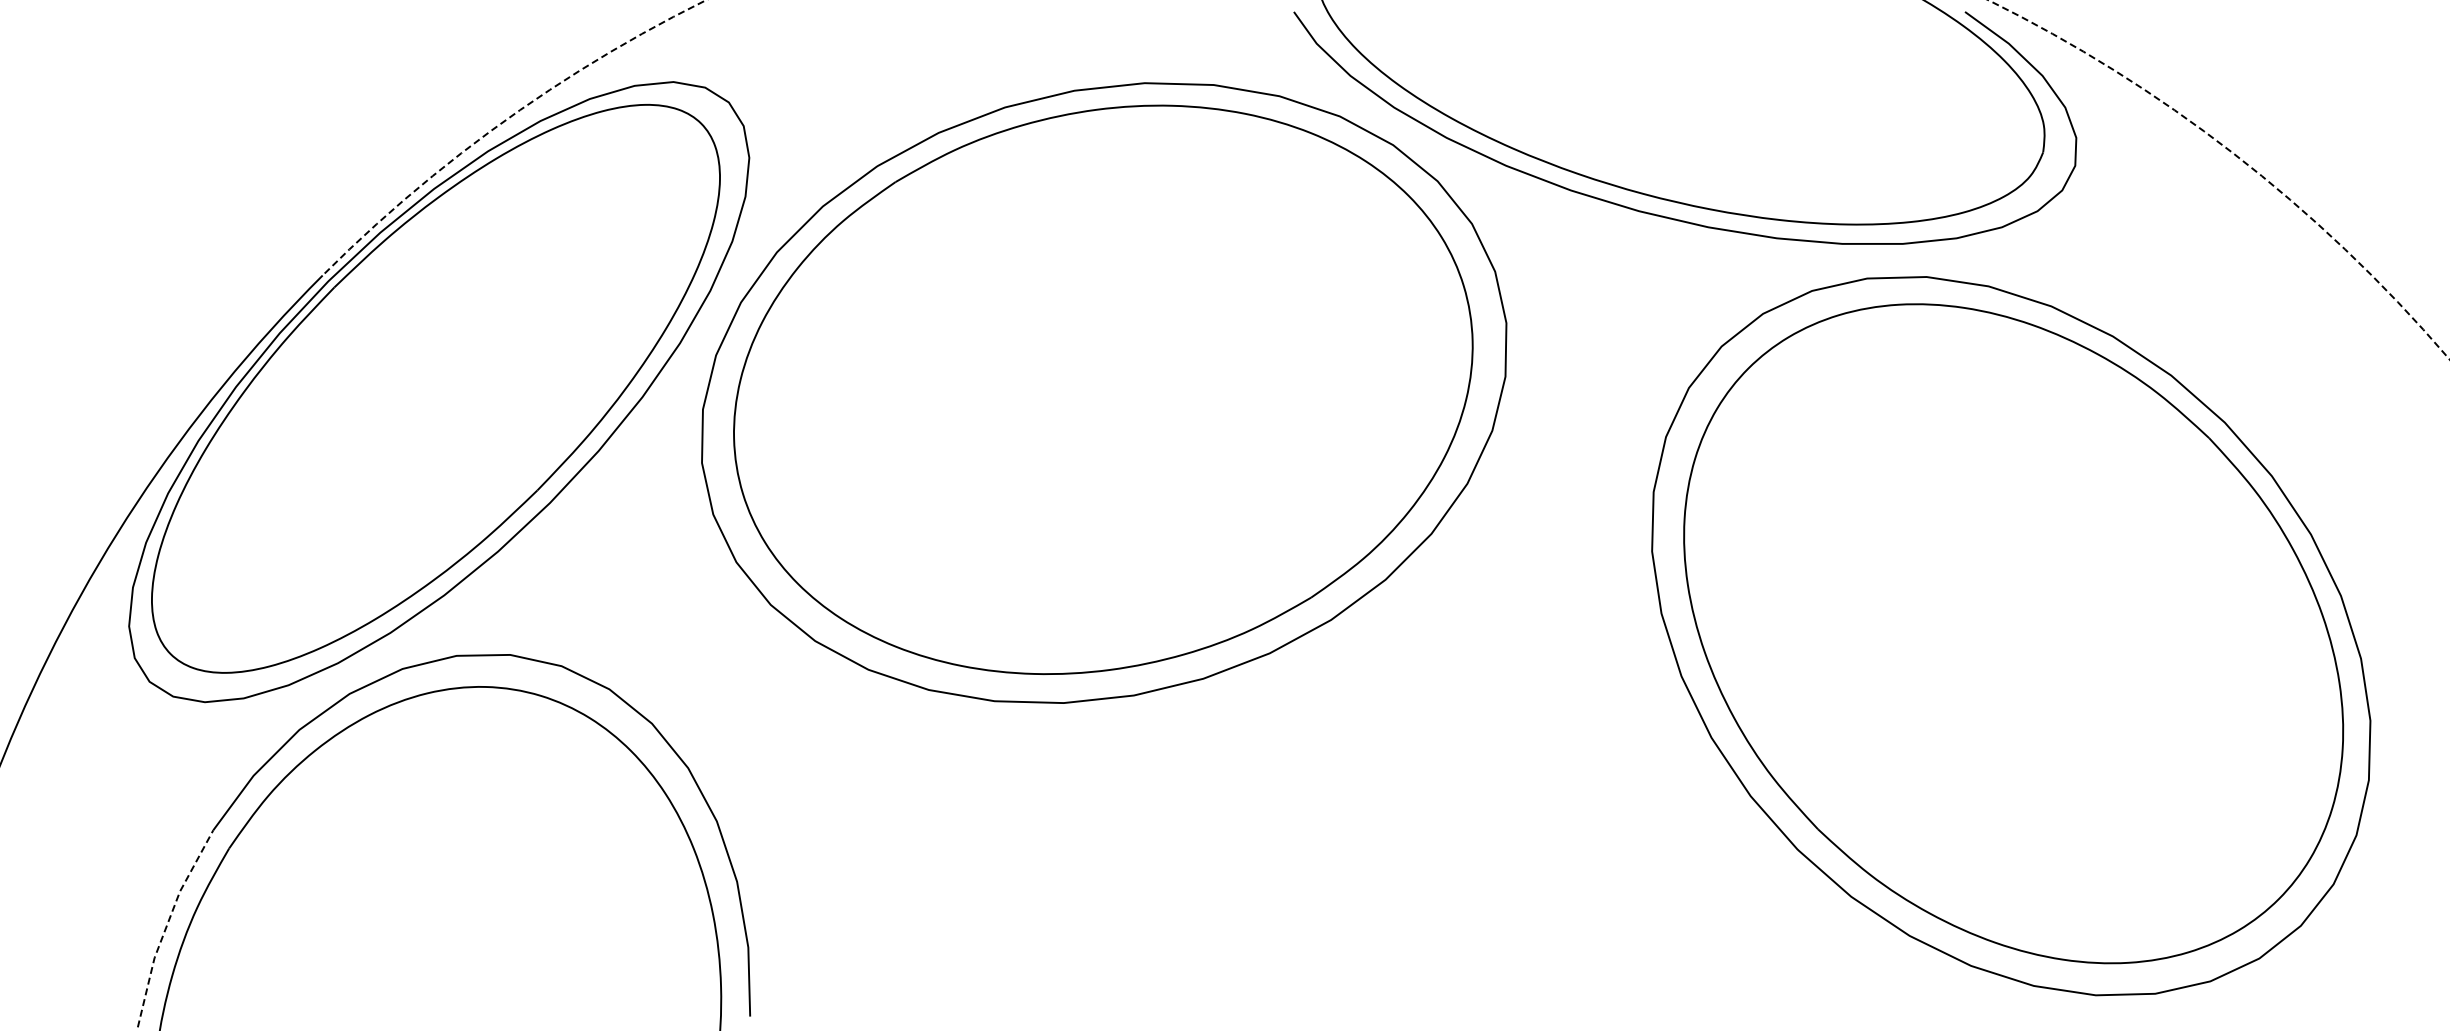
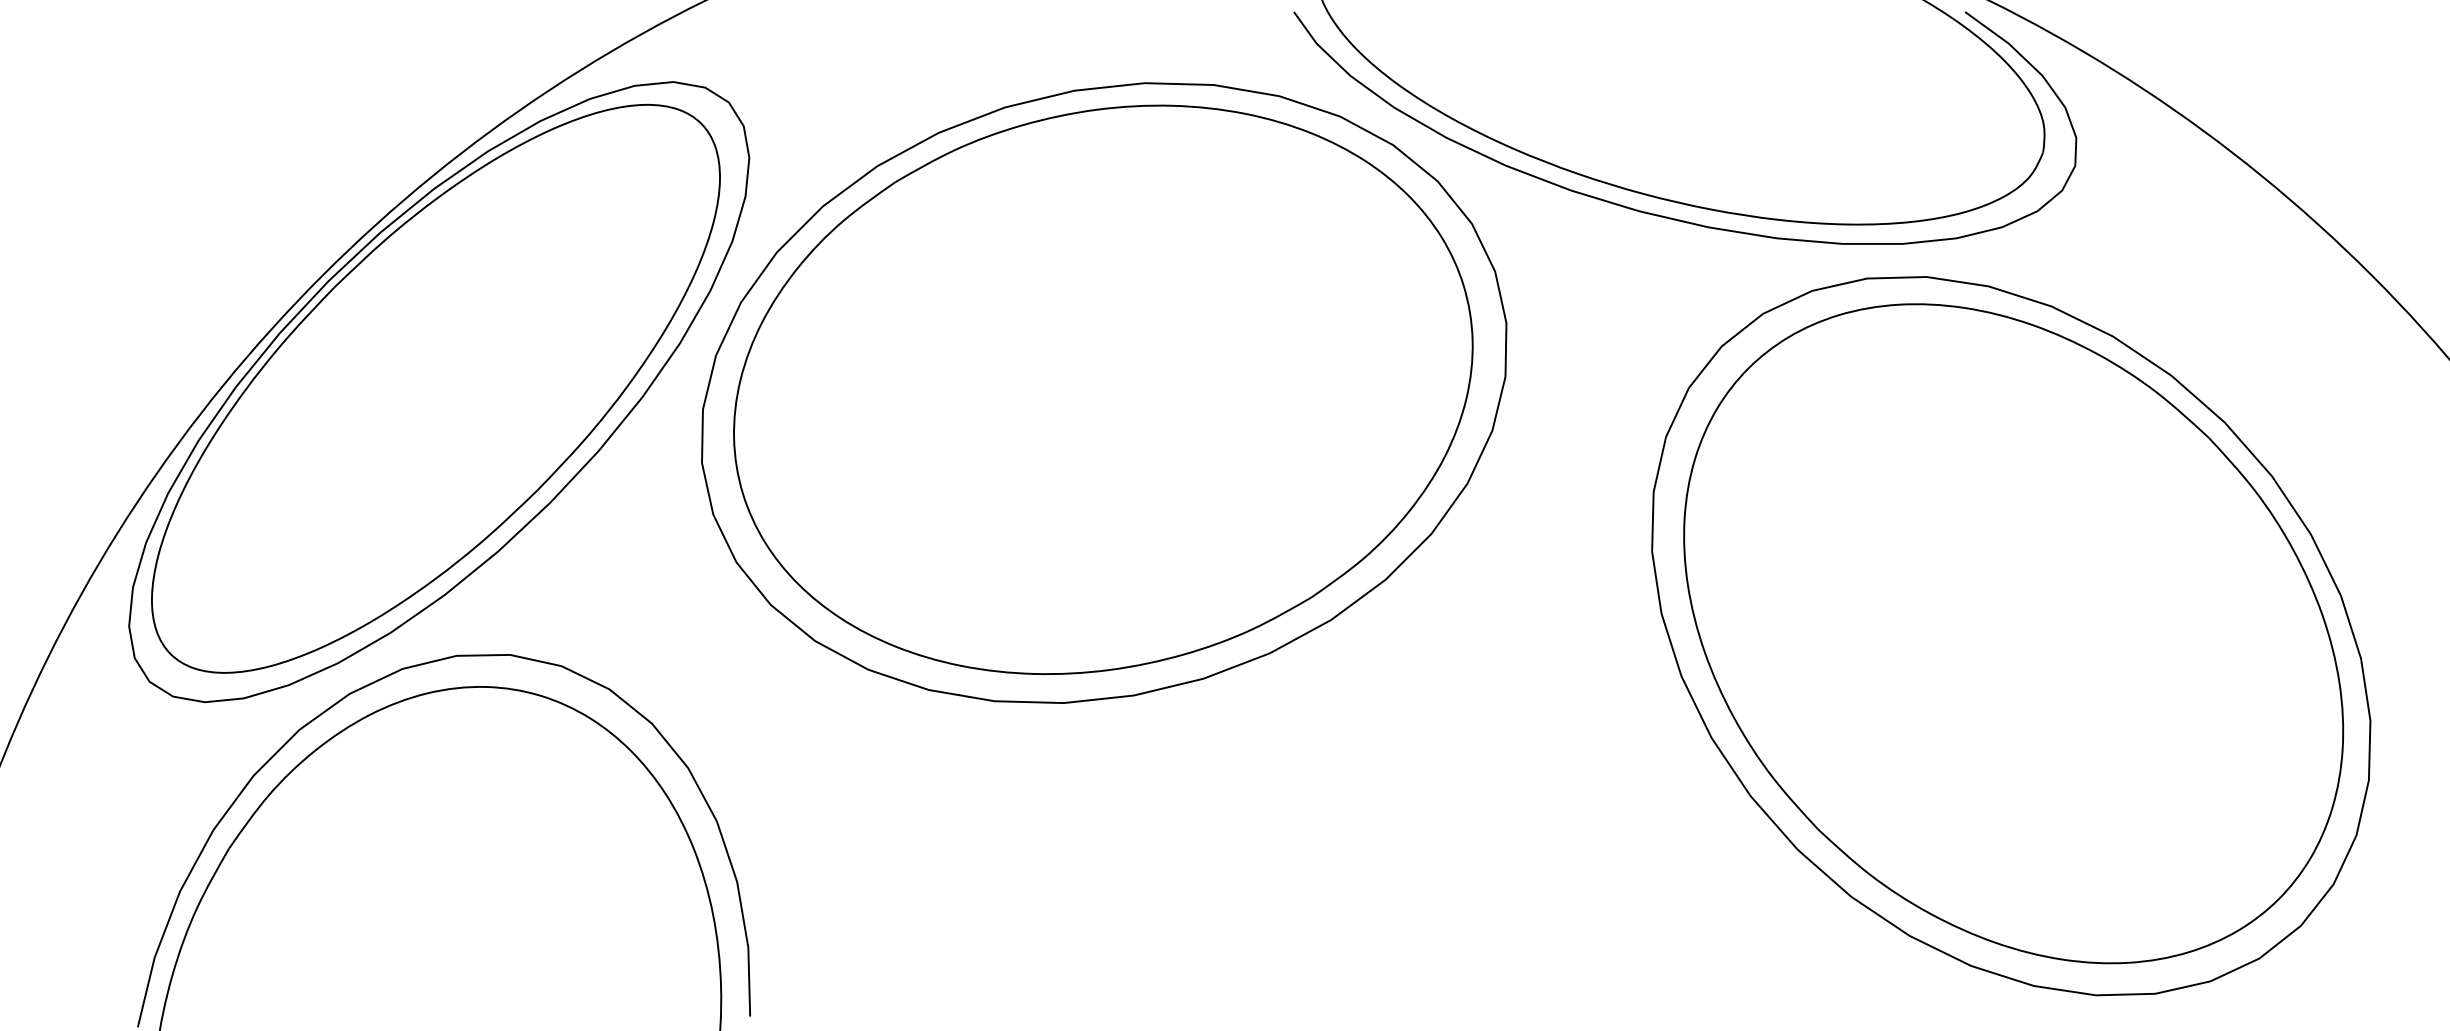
arc at (2038, 26): dashed -> solid
line at (166, 925): dashed -> solid
